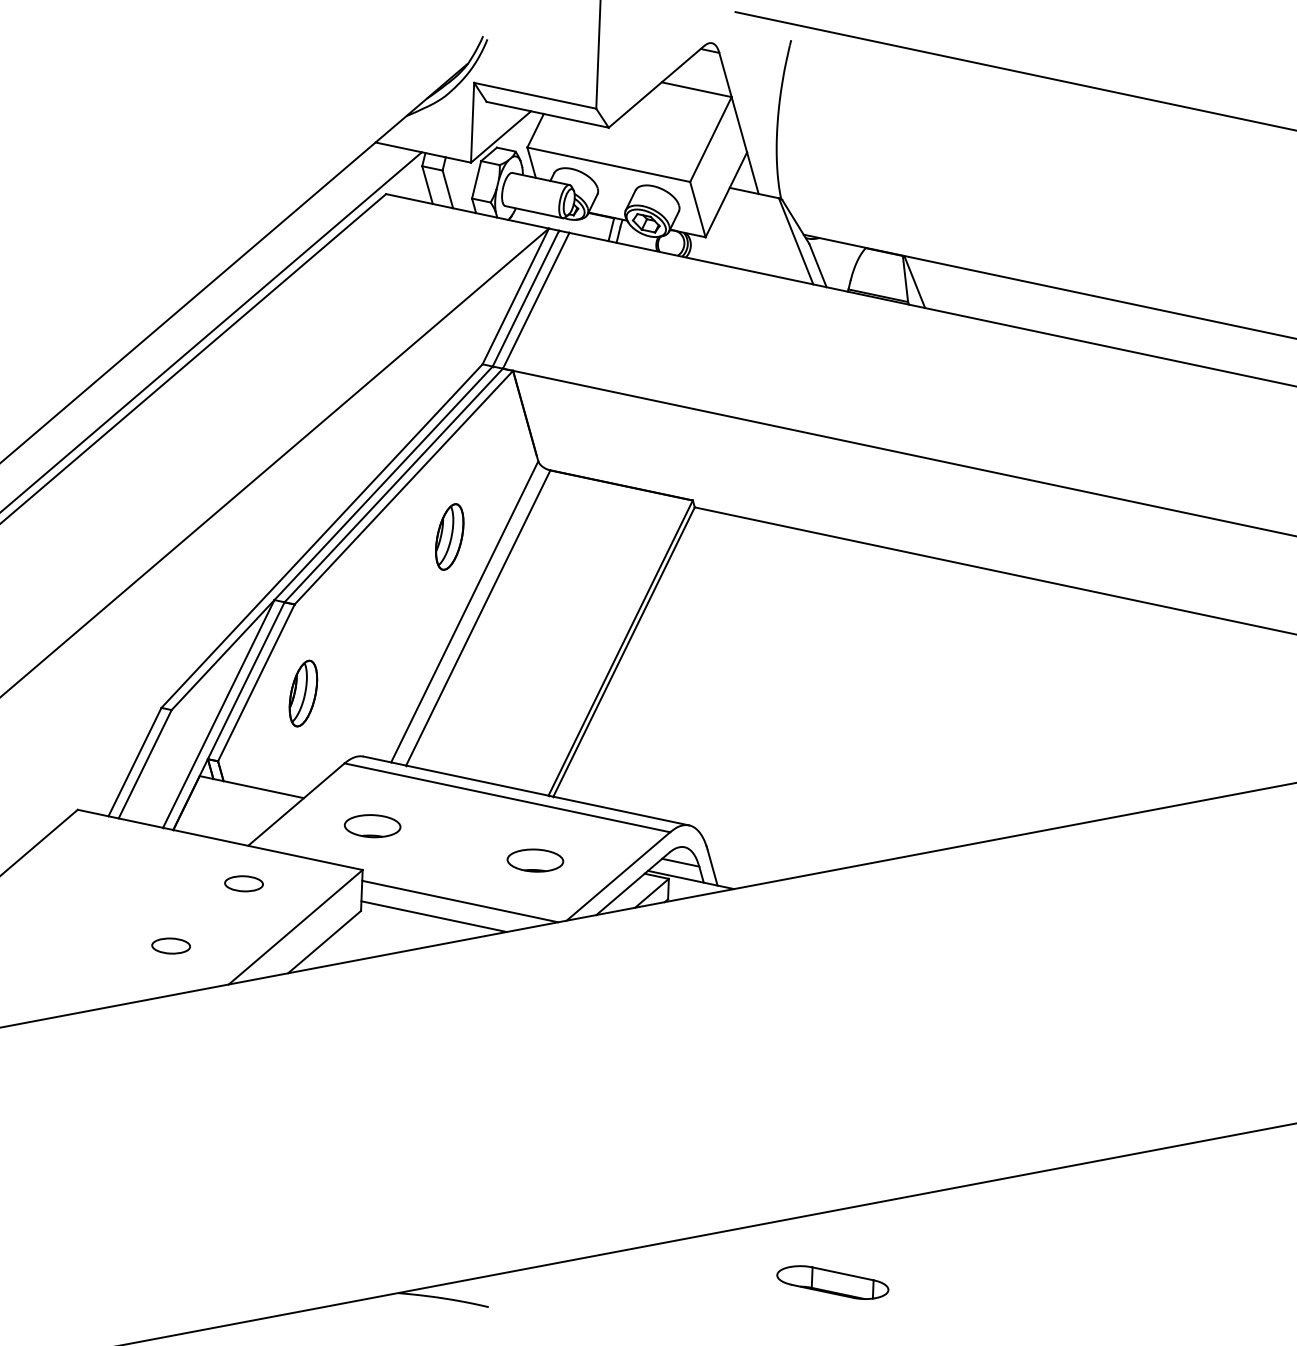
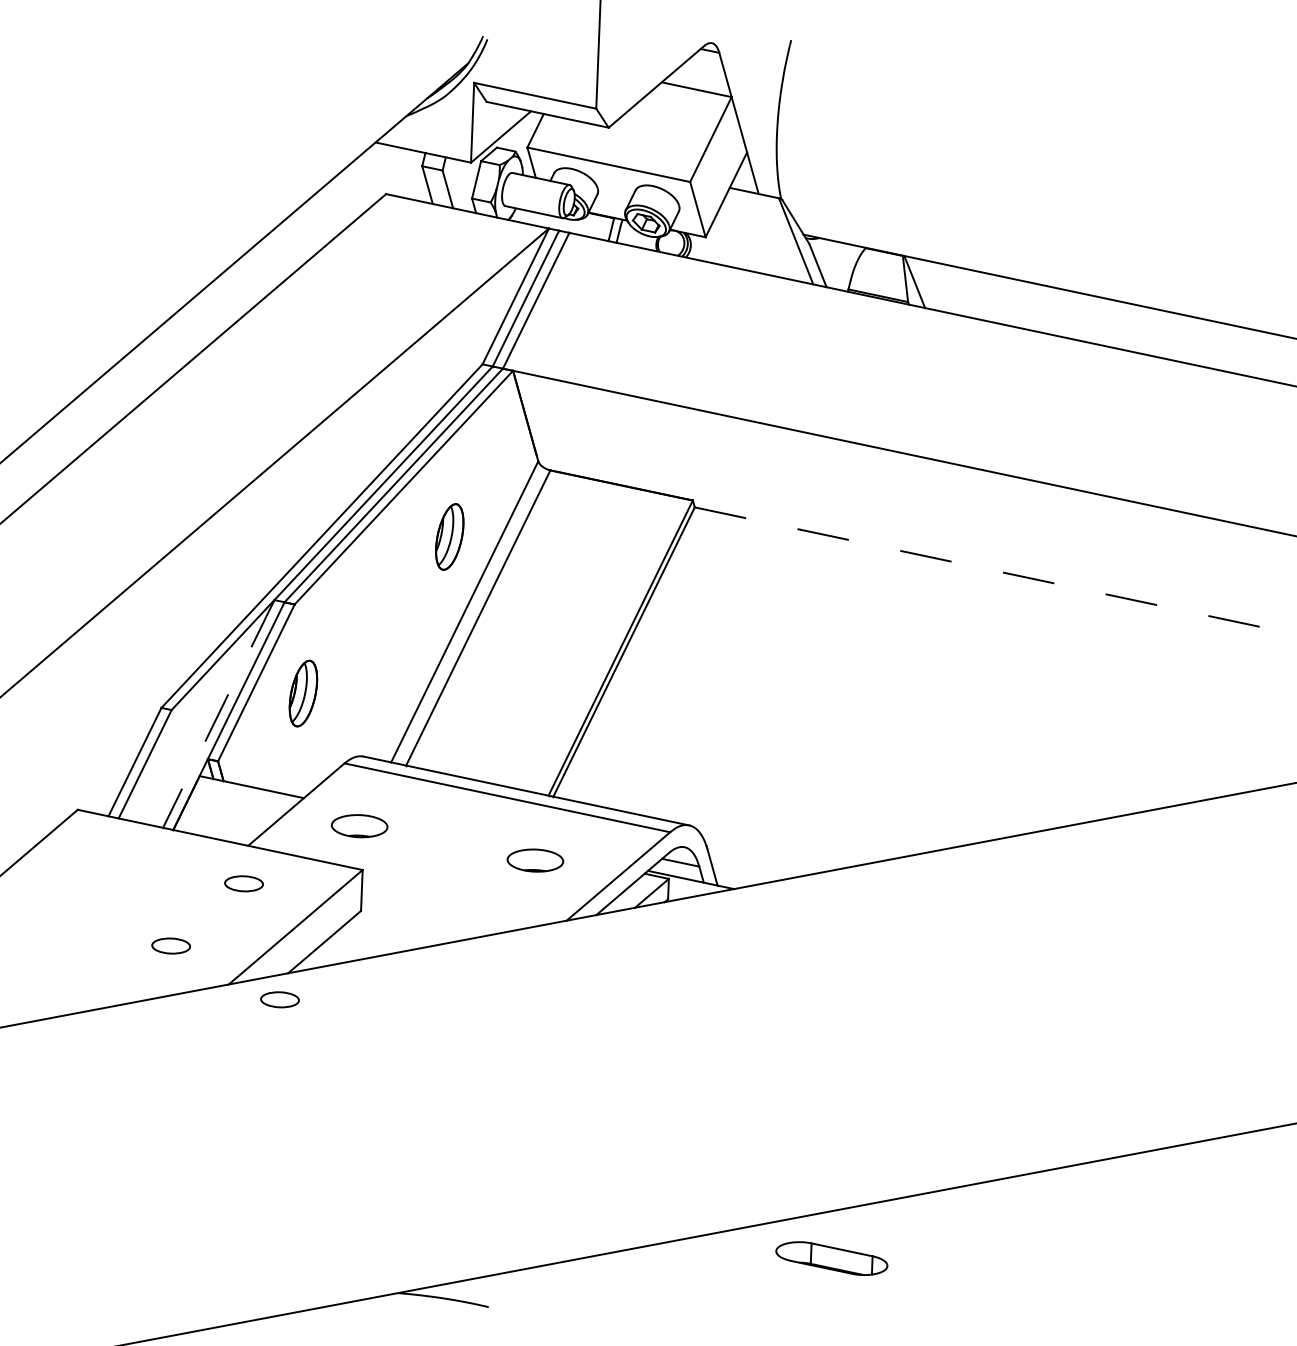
line at (1014, 70): present -> none
line at (211, 331): present -> none
line at (996, 571): solid -> dashed
line at (218, 713): solid -> dashed
part at (372, 826) position: (372, 826) -> (359, 826)
line at (460, 901): present -> none
line at (433, 916): present -> none
part at (279, 999): none -> present
part at (832, 1282) position: (832, 1282) -> (831, 1258)
